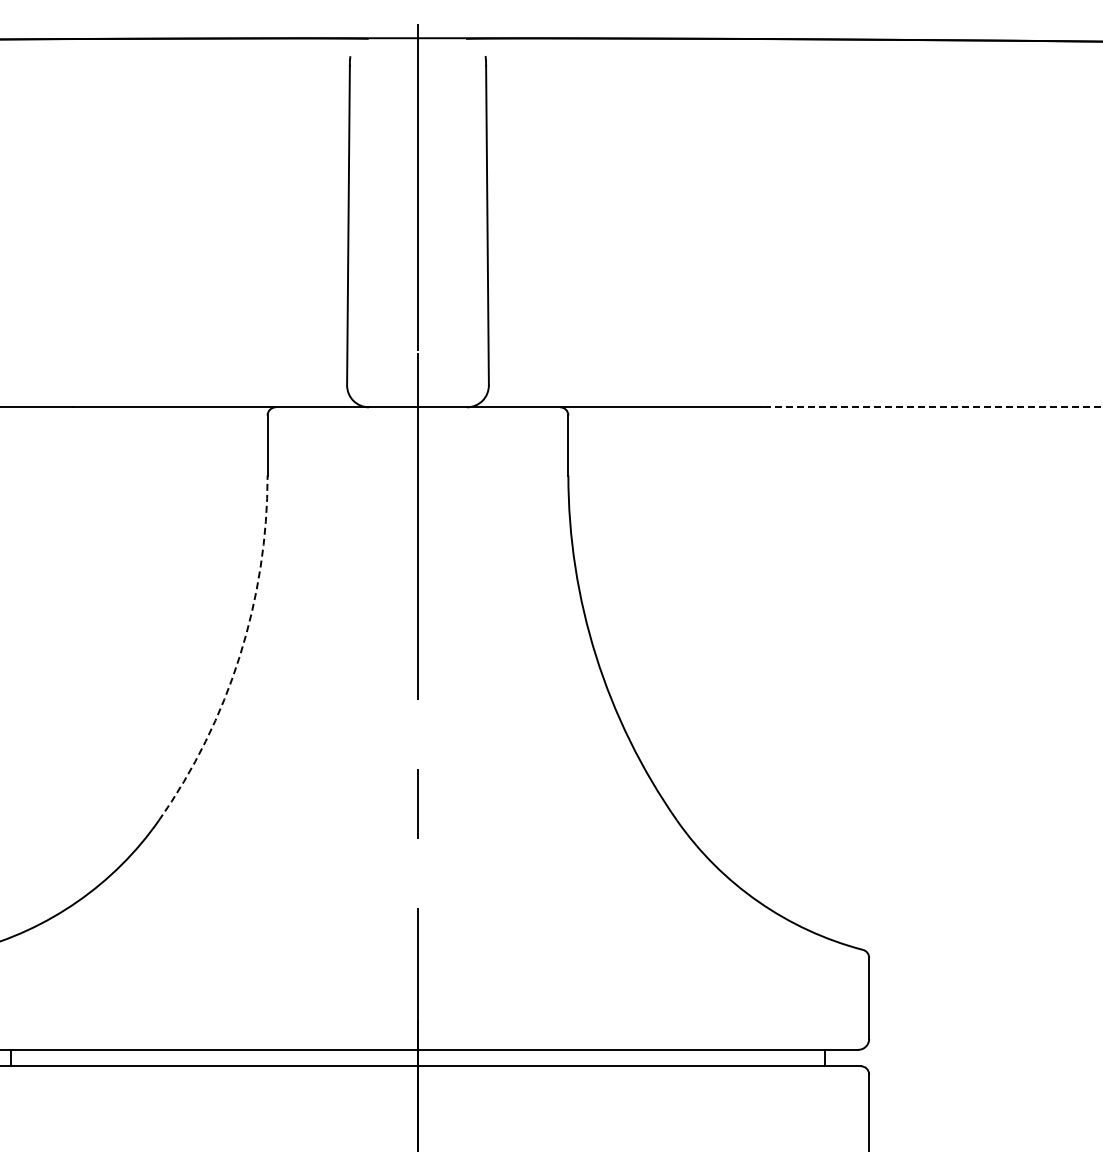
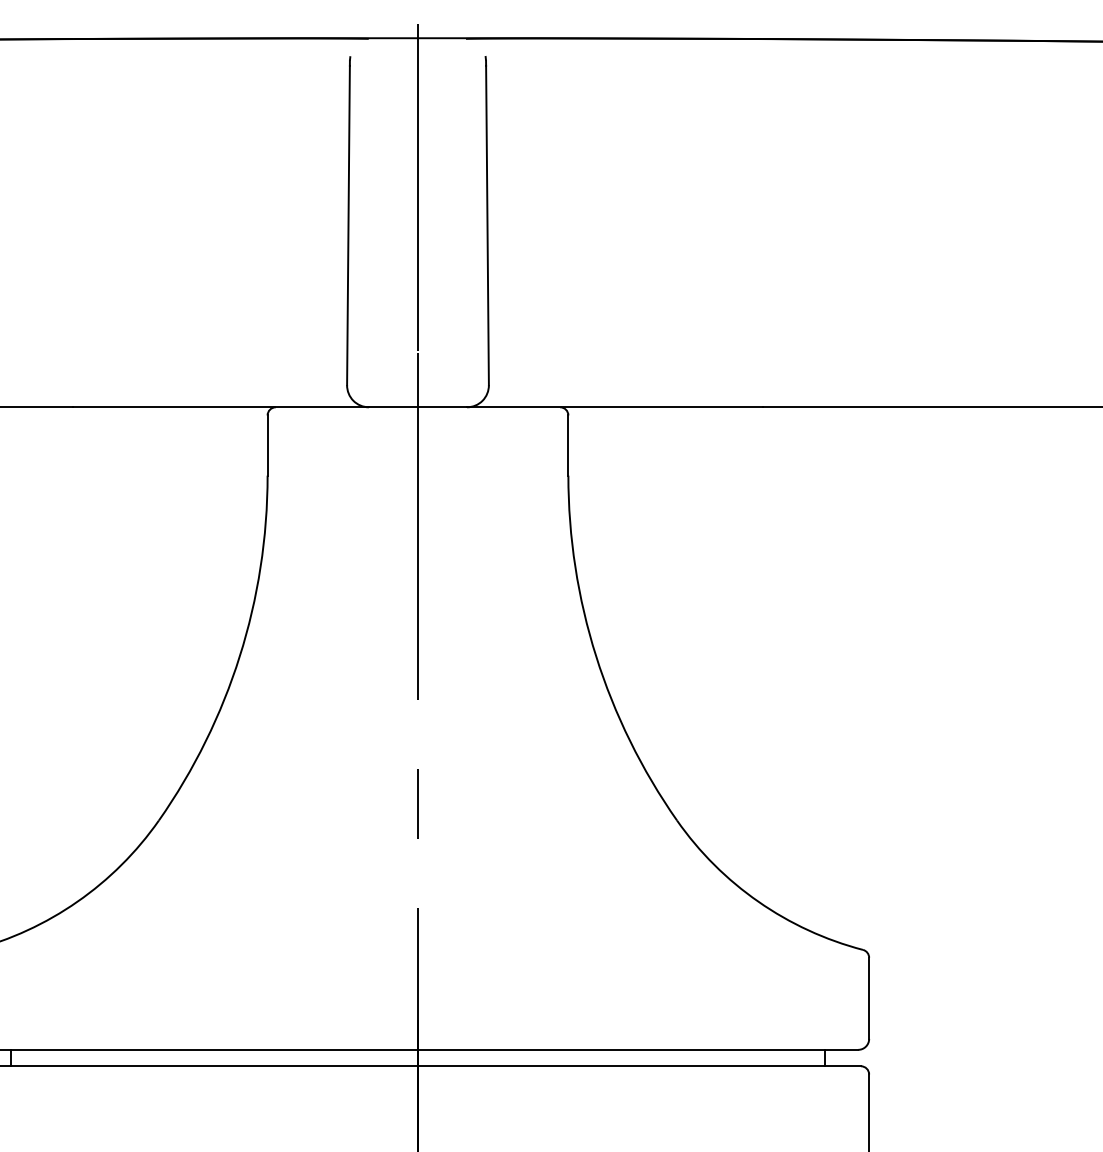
line at (932, 407): dashed -> solid
arc at (239, 656): dashed -> solid
